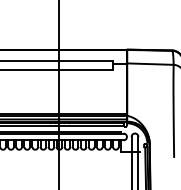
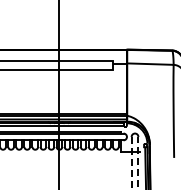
line at (138, 162): solid -> dashed
line at (131, 163): solid -> dashed
